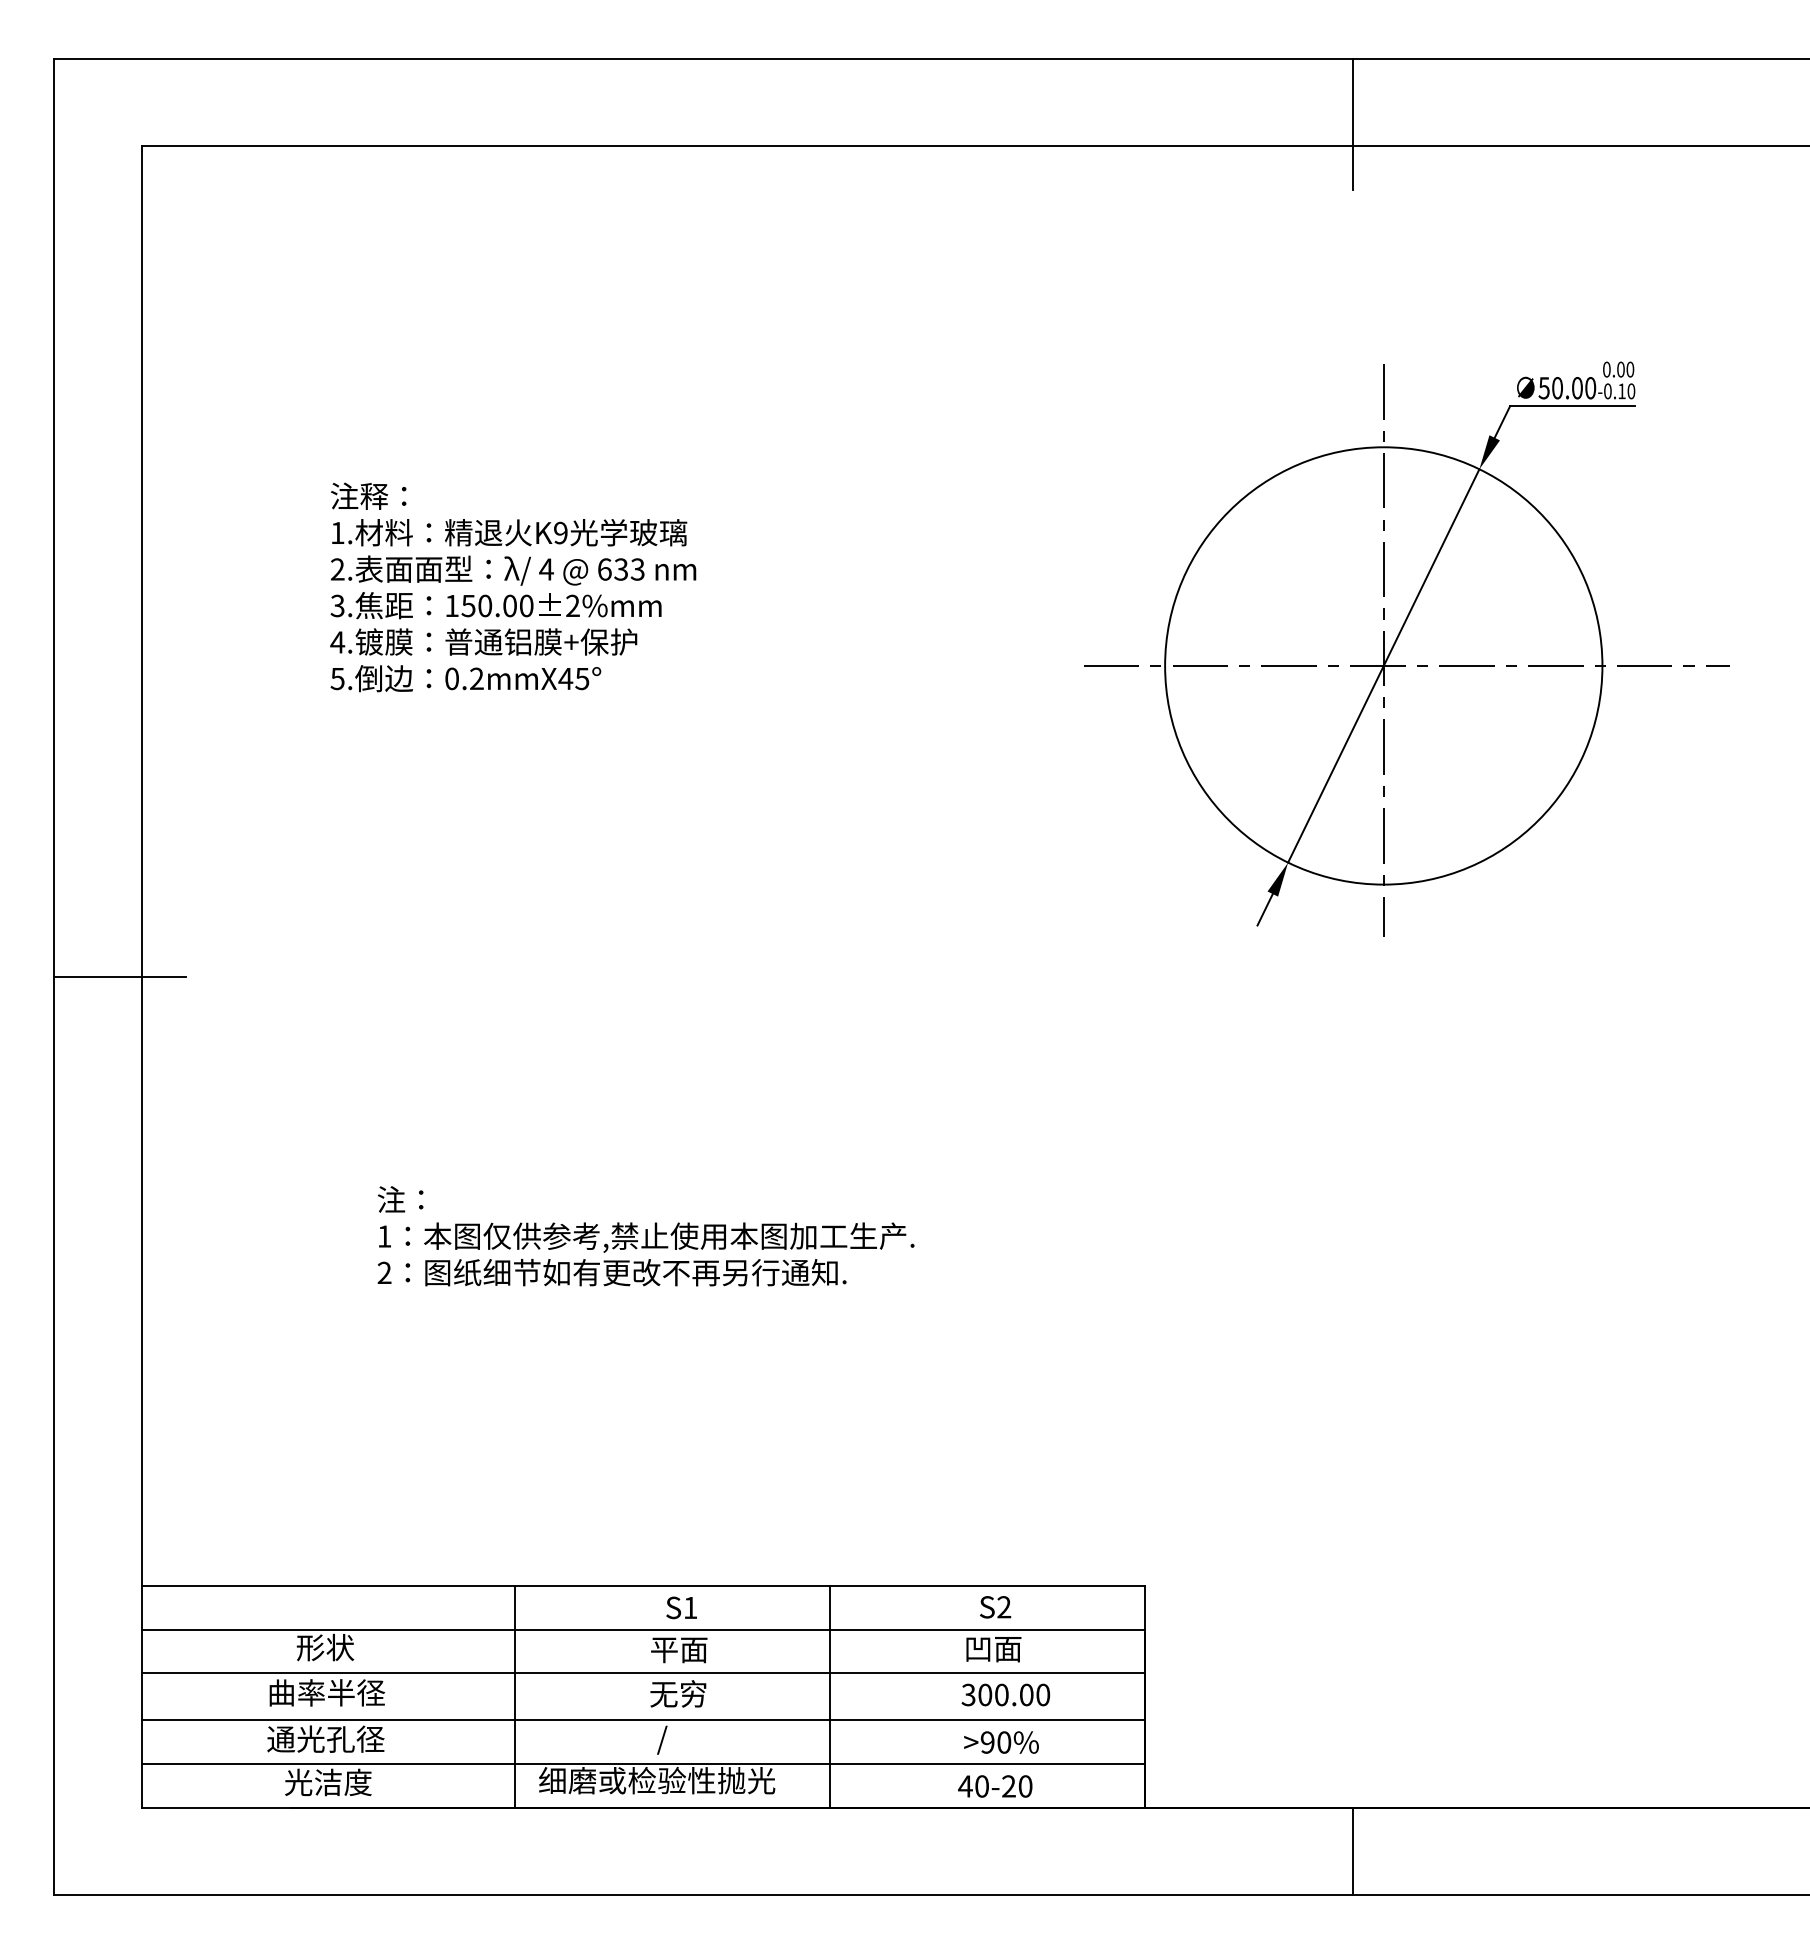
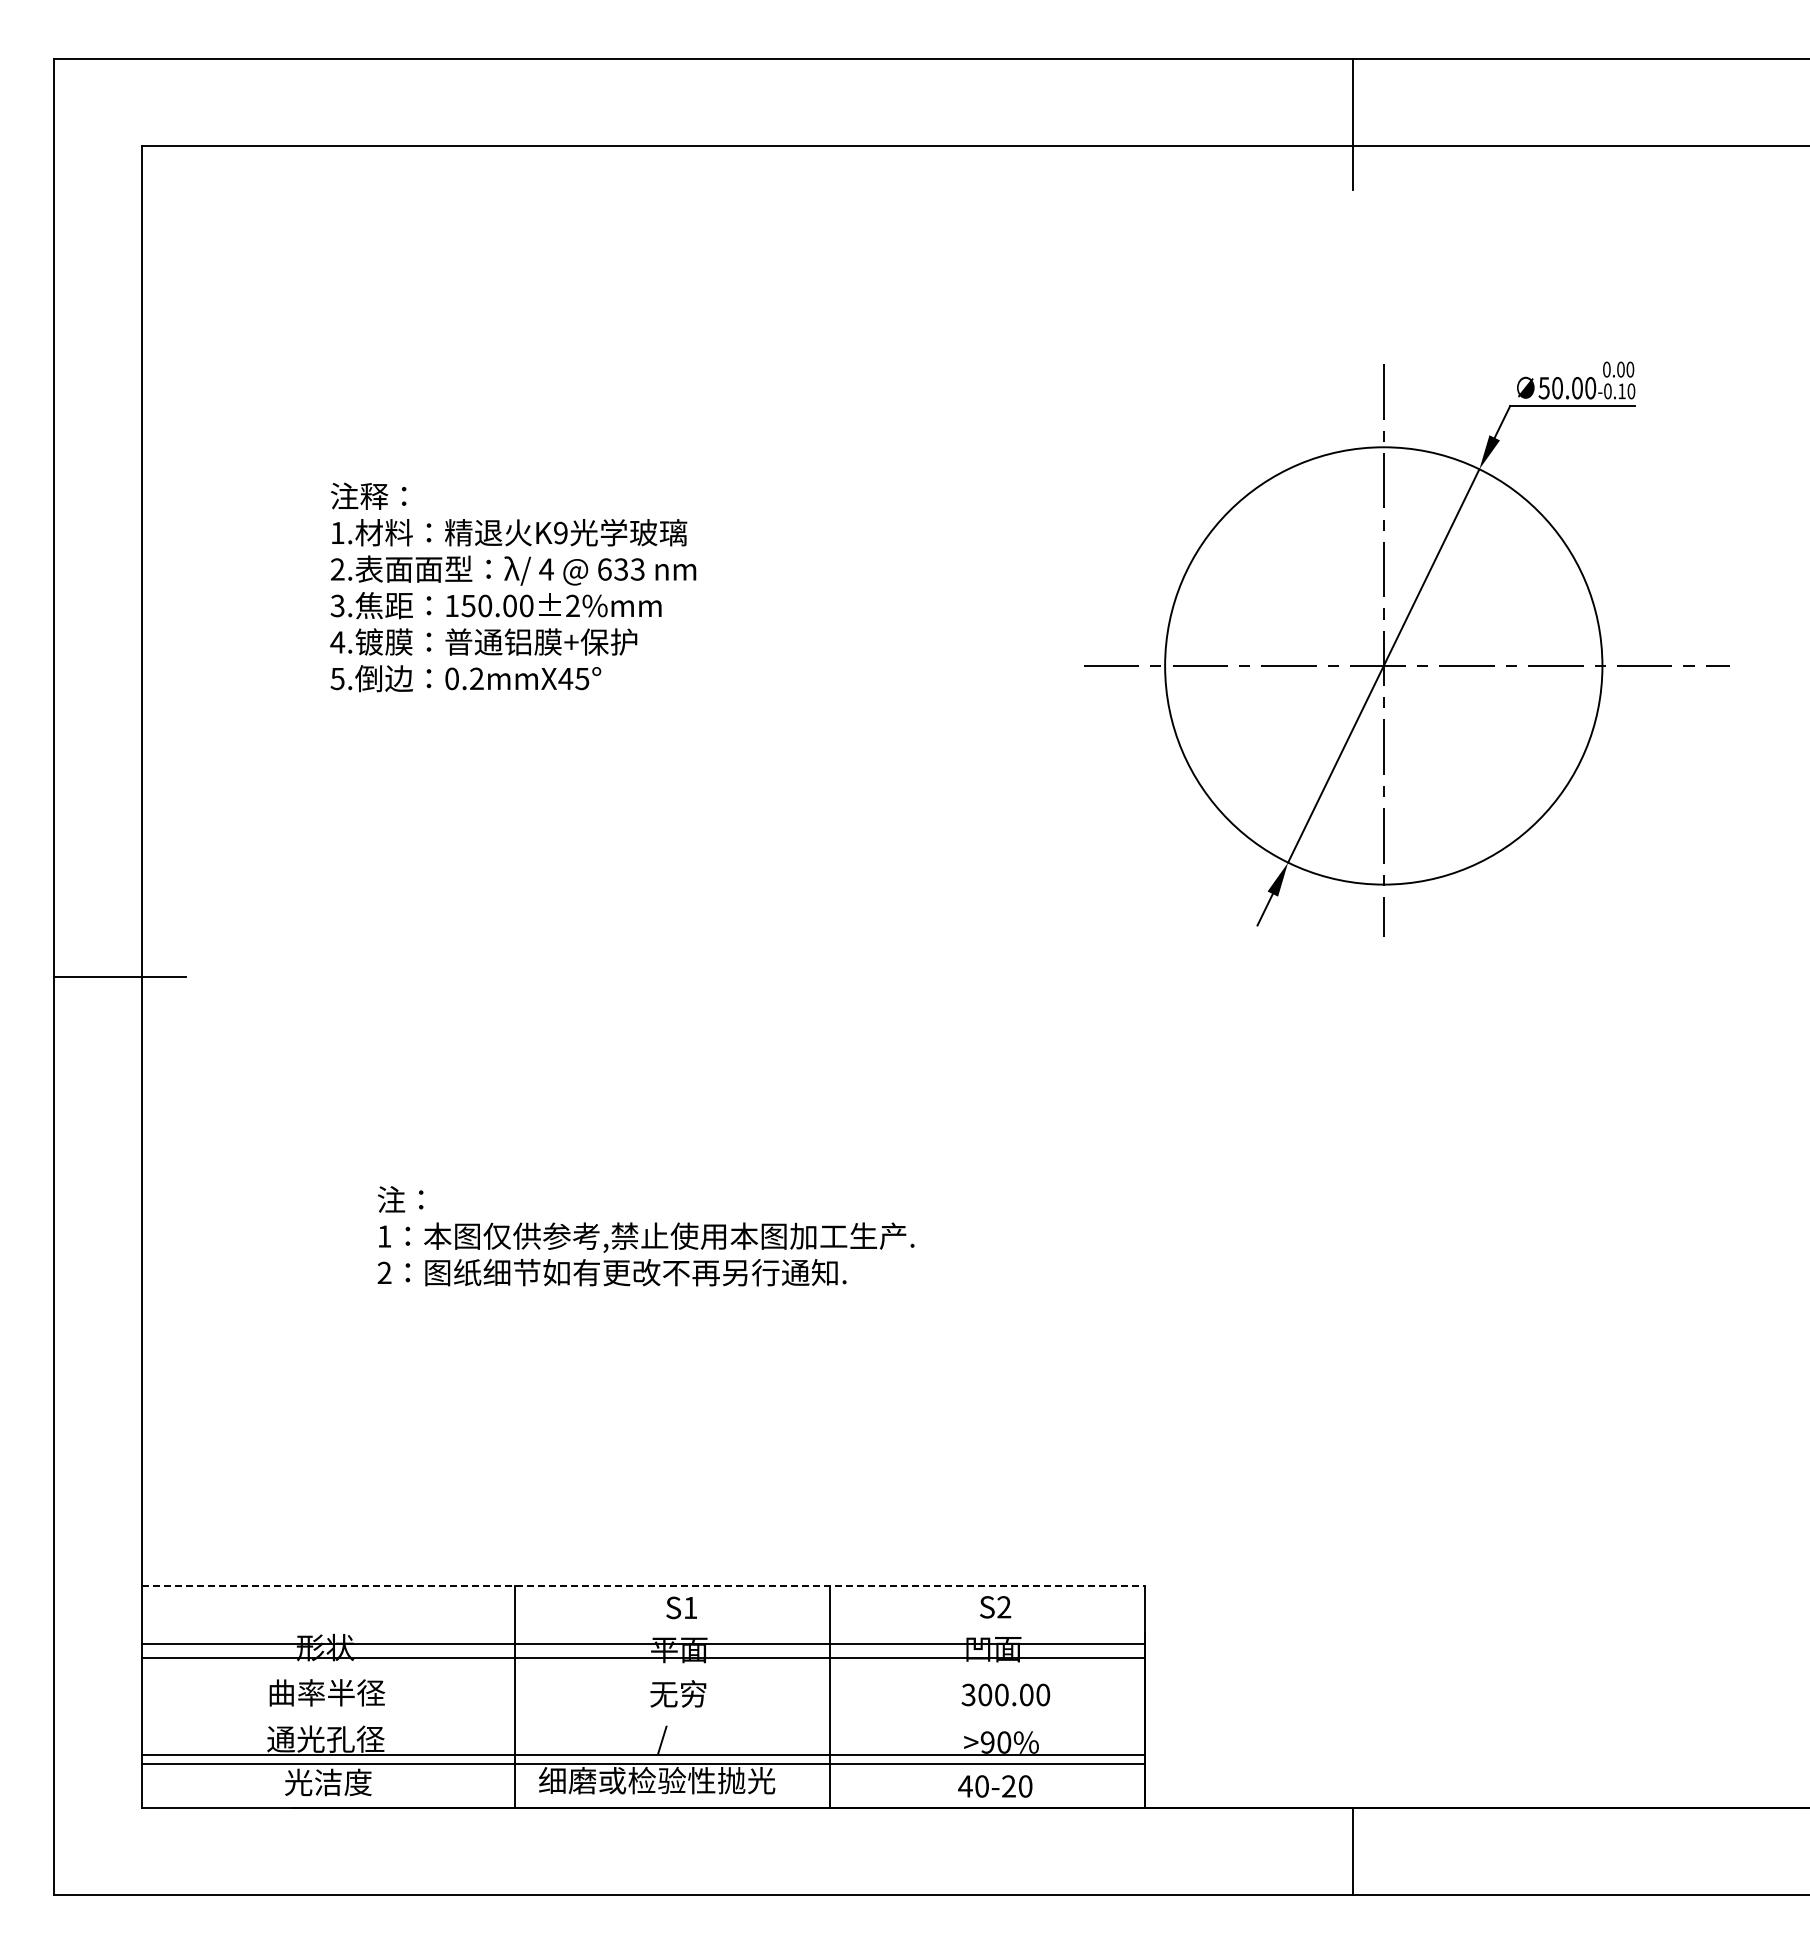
line at (643, 1586): solid -> dashed
line at (642, 1630) position: (642, 1630) -> (642, 1658)
line at (642, 1673) position: (642, 1673) -> (642, 1644)
line at (642, 1720) position: (642, 1720) -> (642, 1755)
